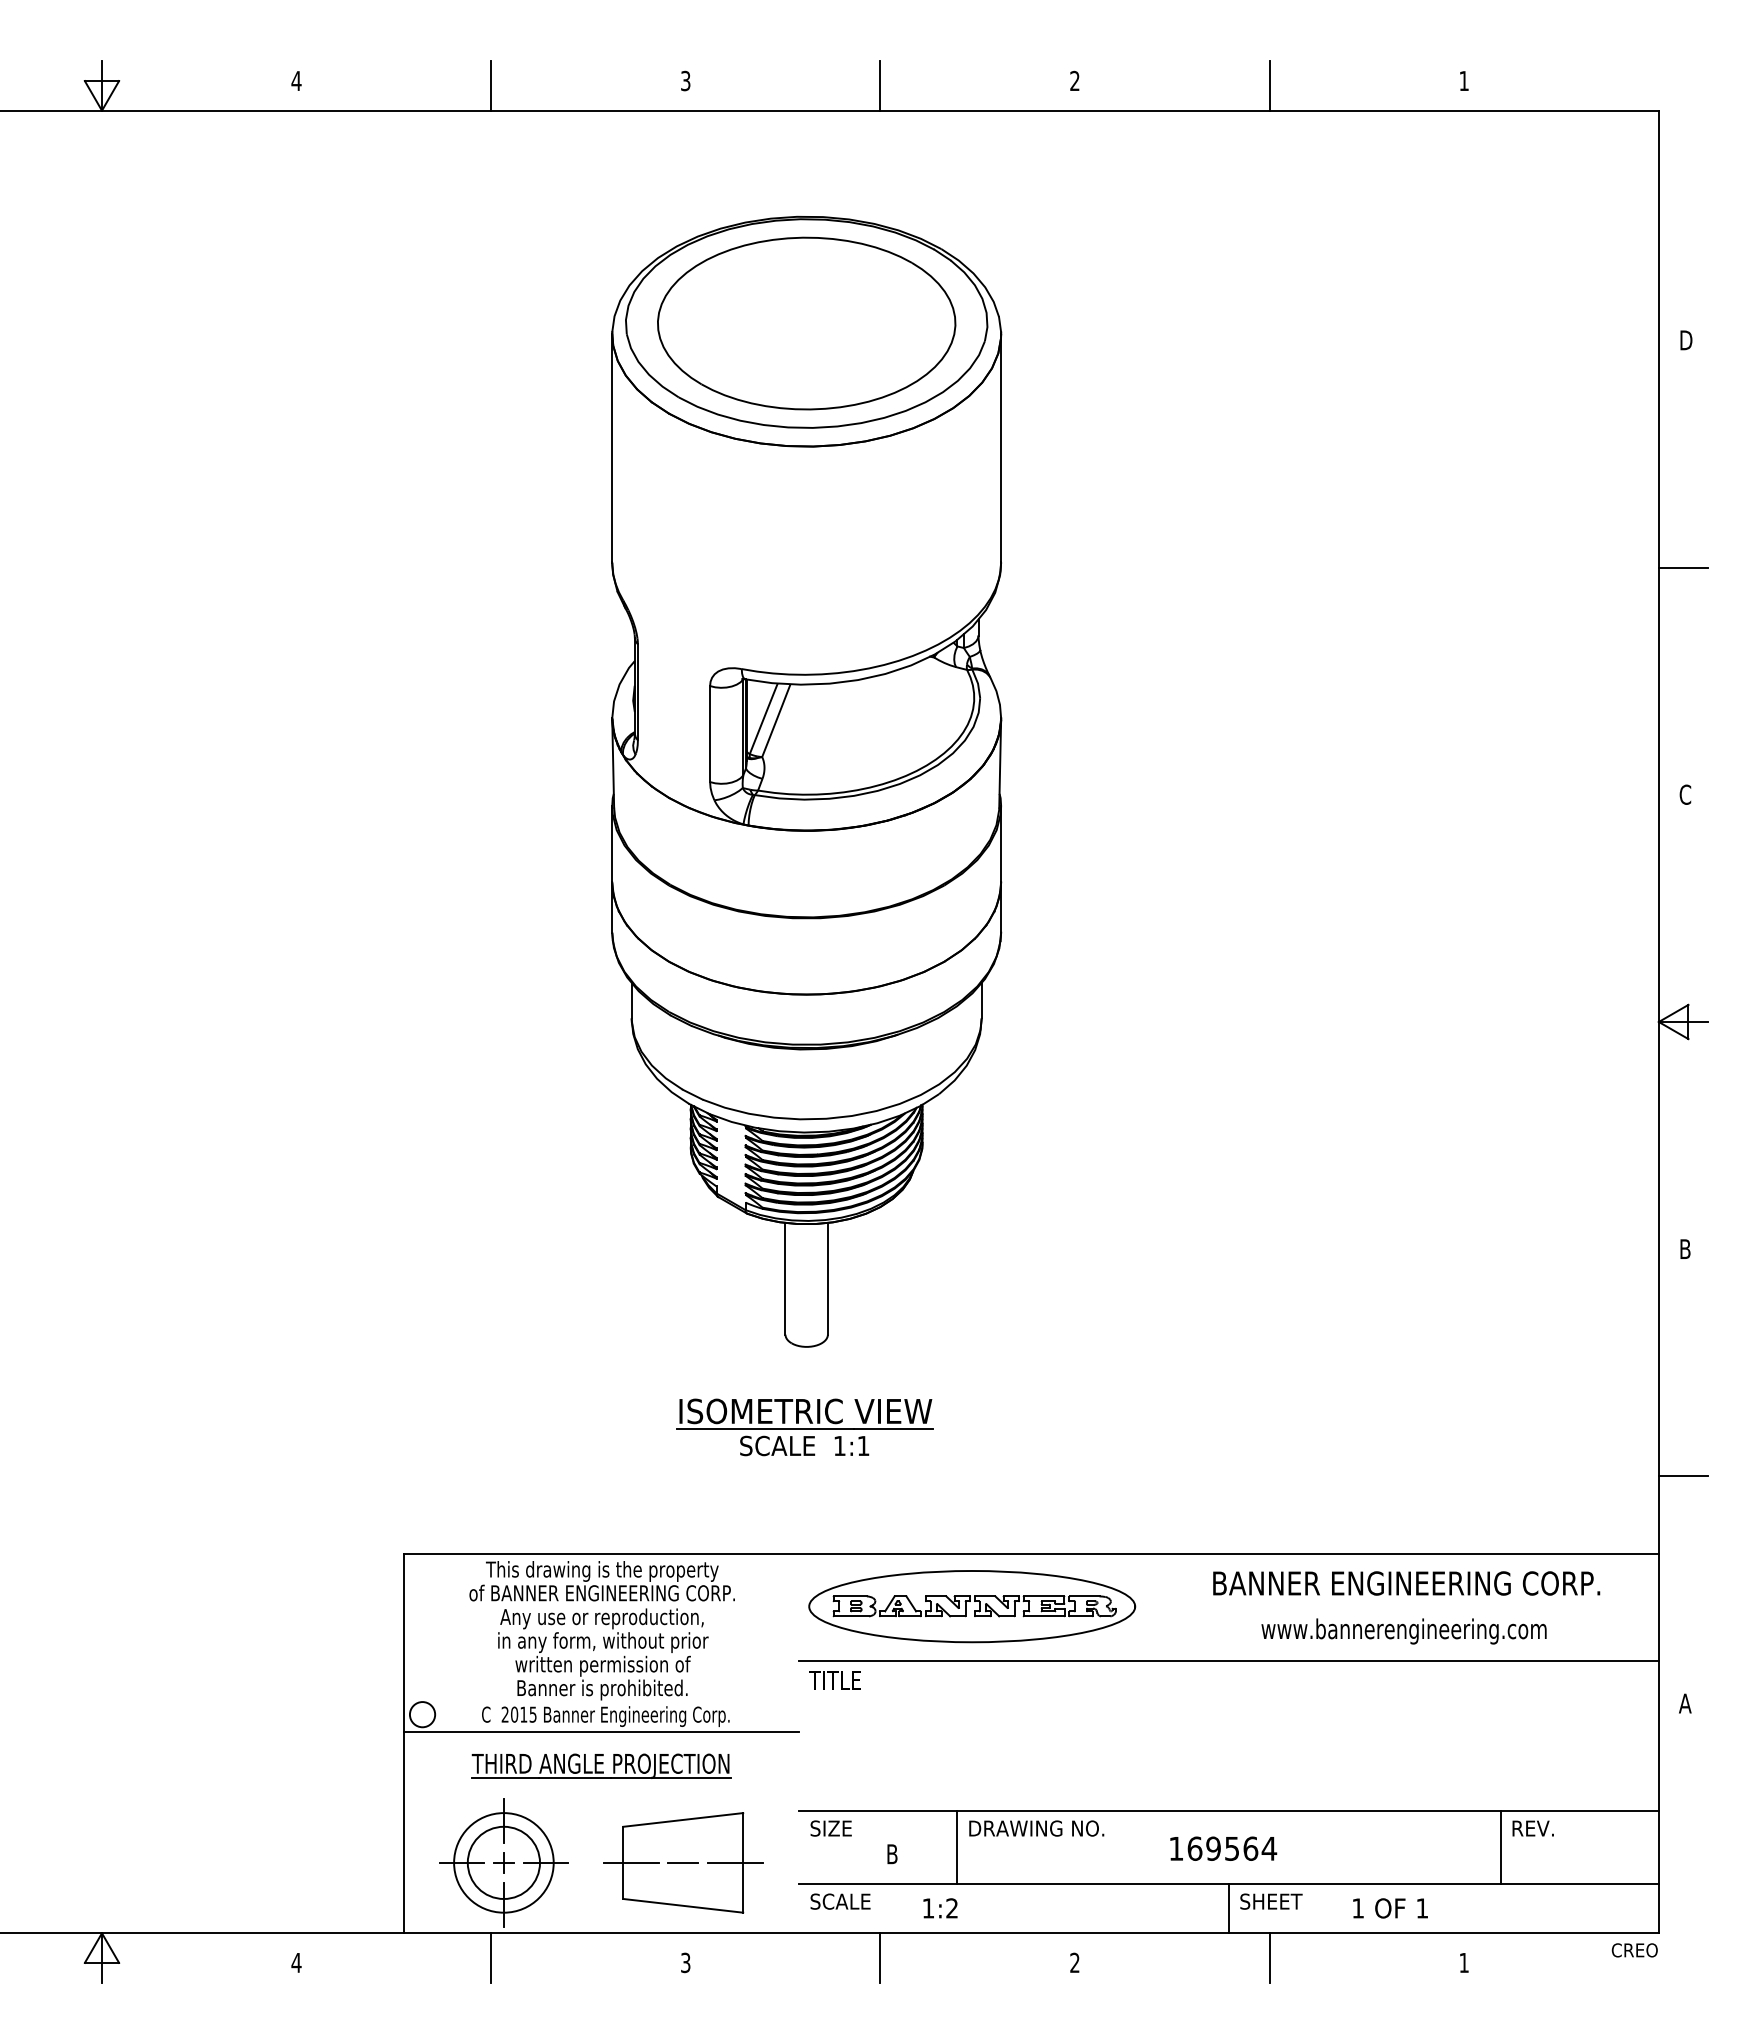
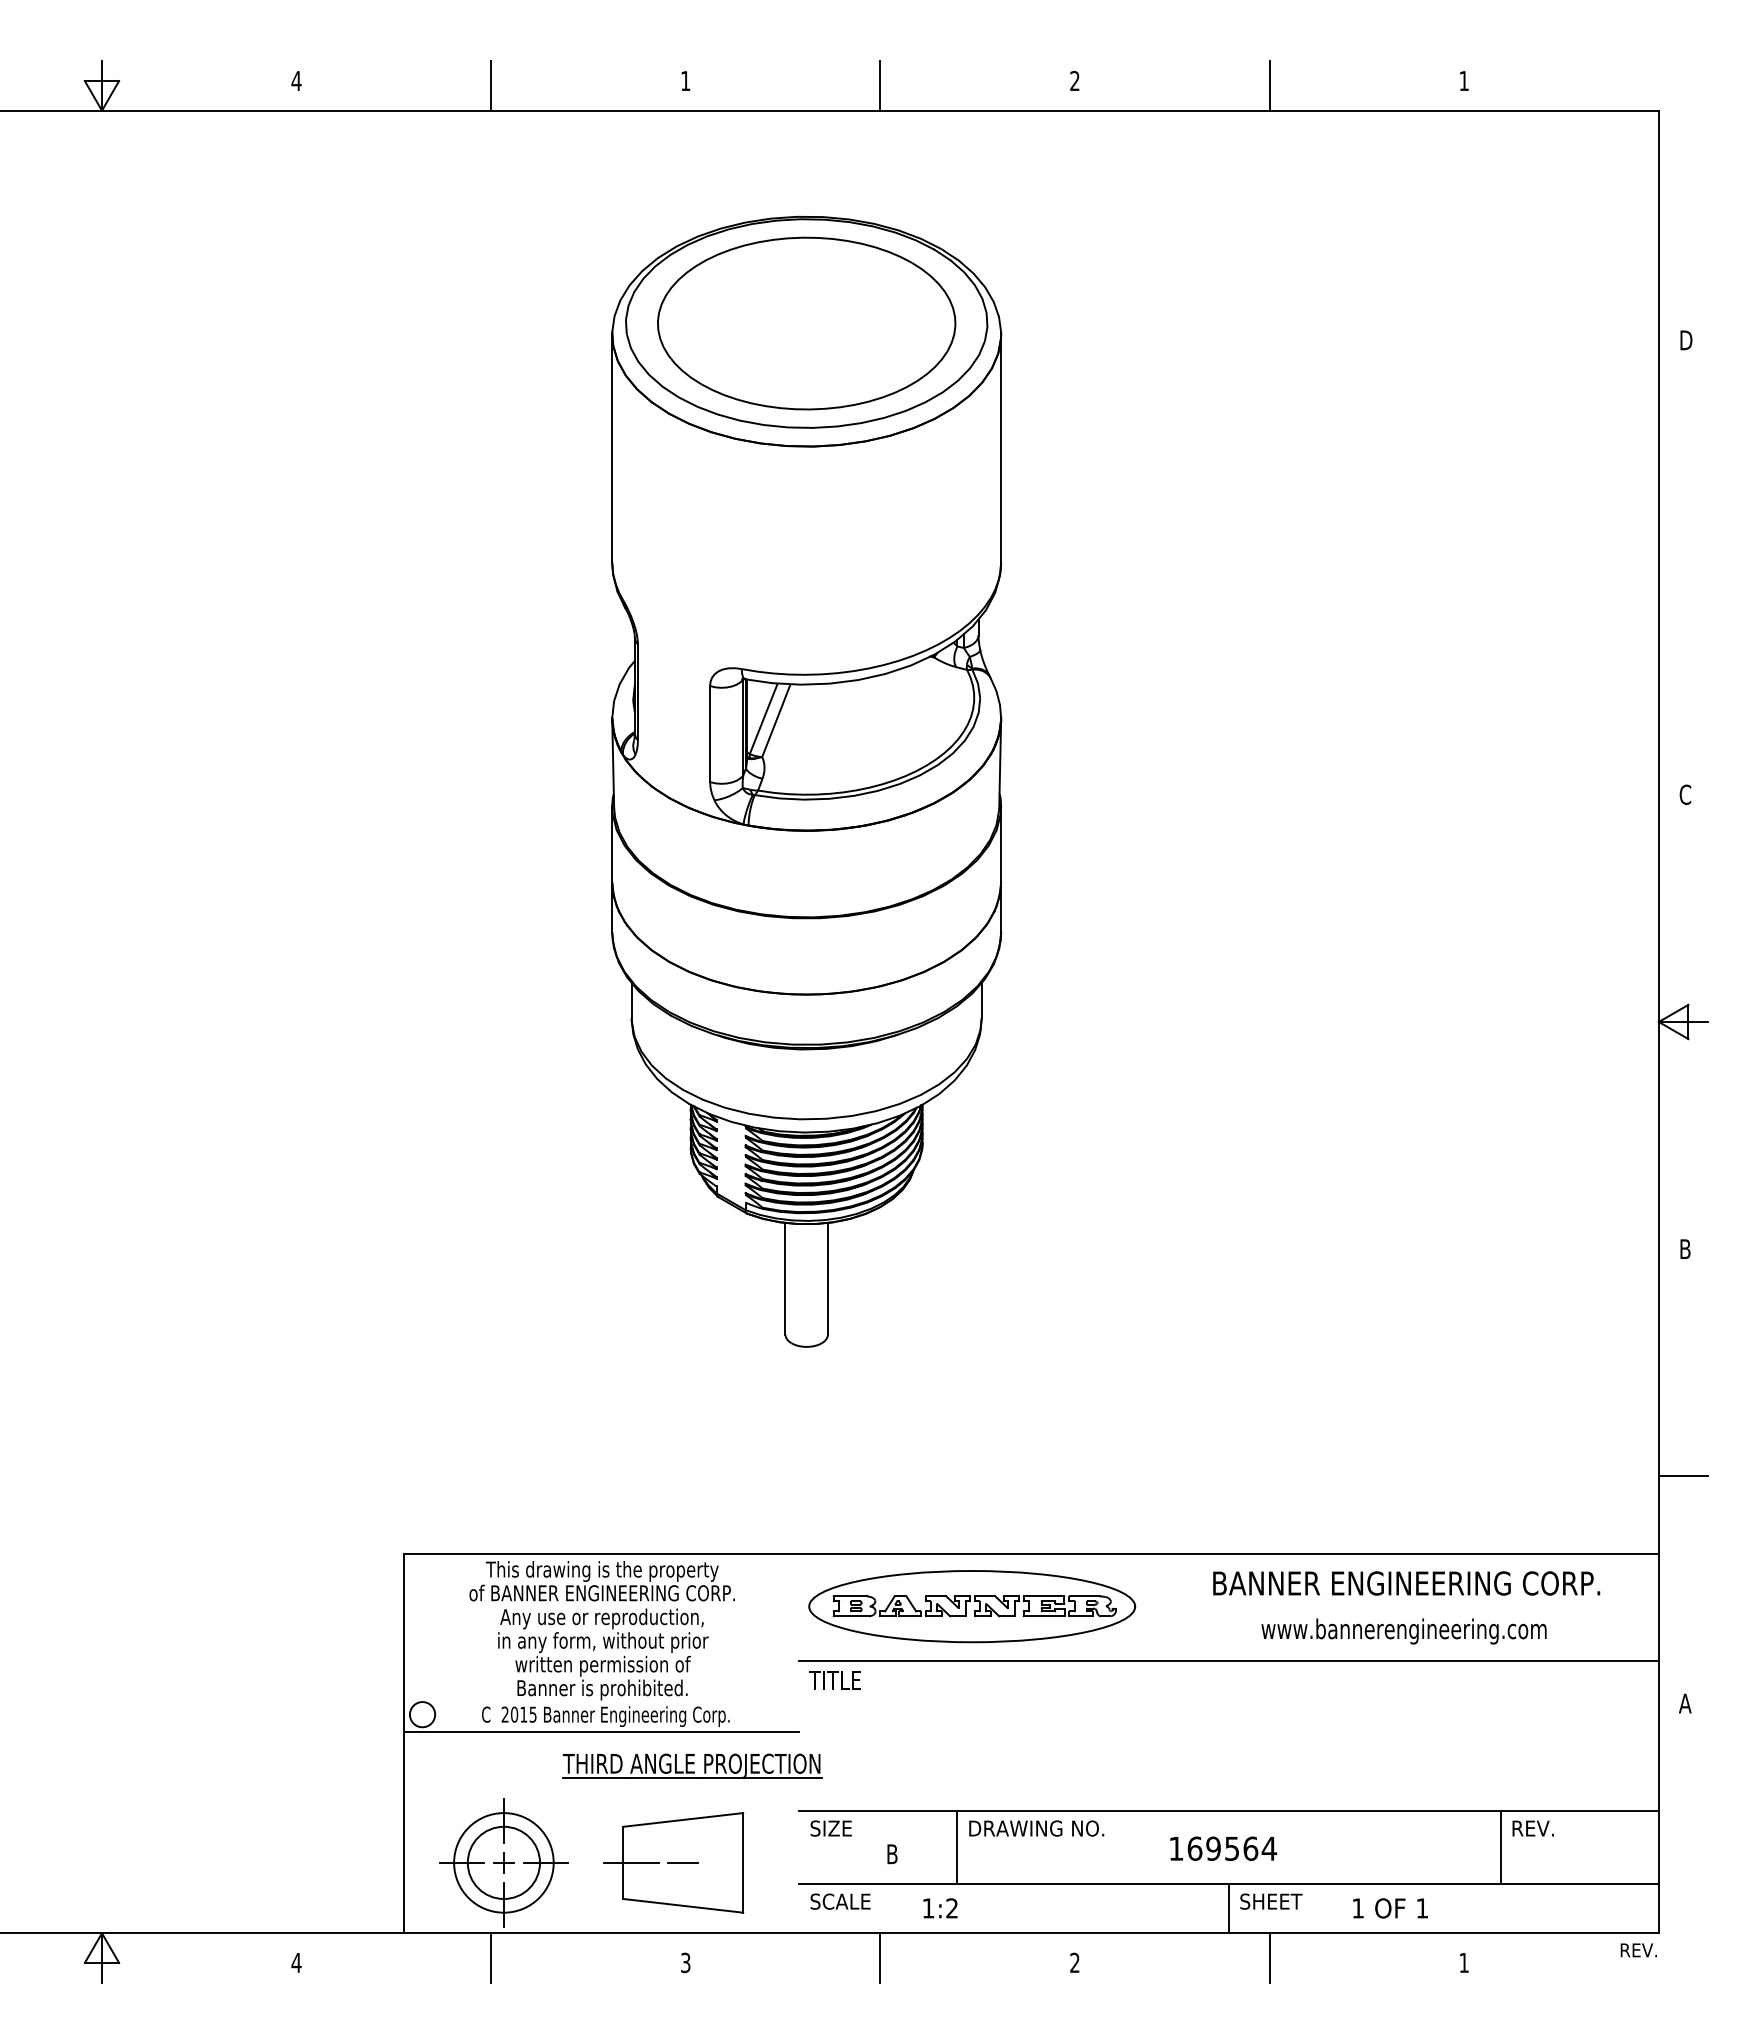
text at (685, 80): 3 -> 1
line at (1683, 567): present -> none
part at (804, 1427): present -> none
part at (601, 1765) position: (601, 1765) -> (692, 1765)
line at (734, 1862): present -> none
text at (1634, 1950): CREO -> REV.
